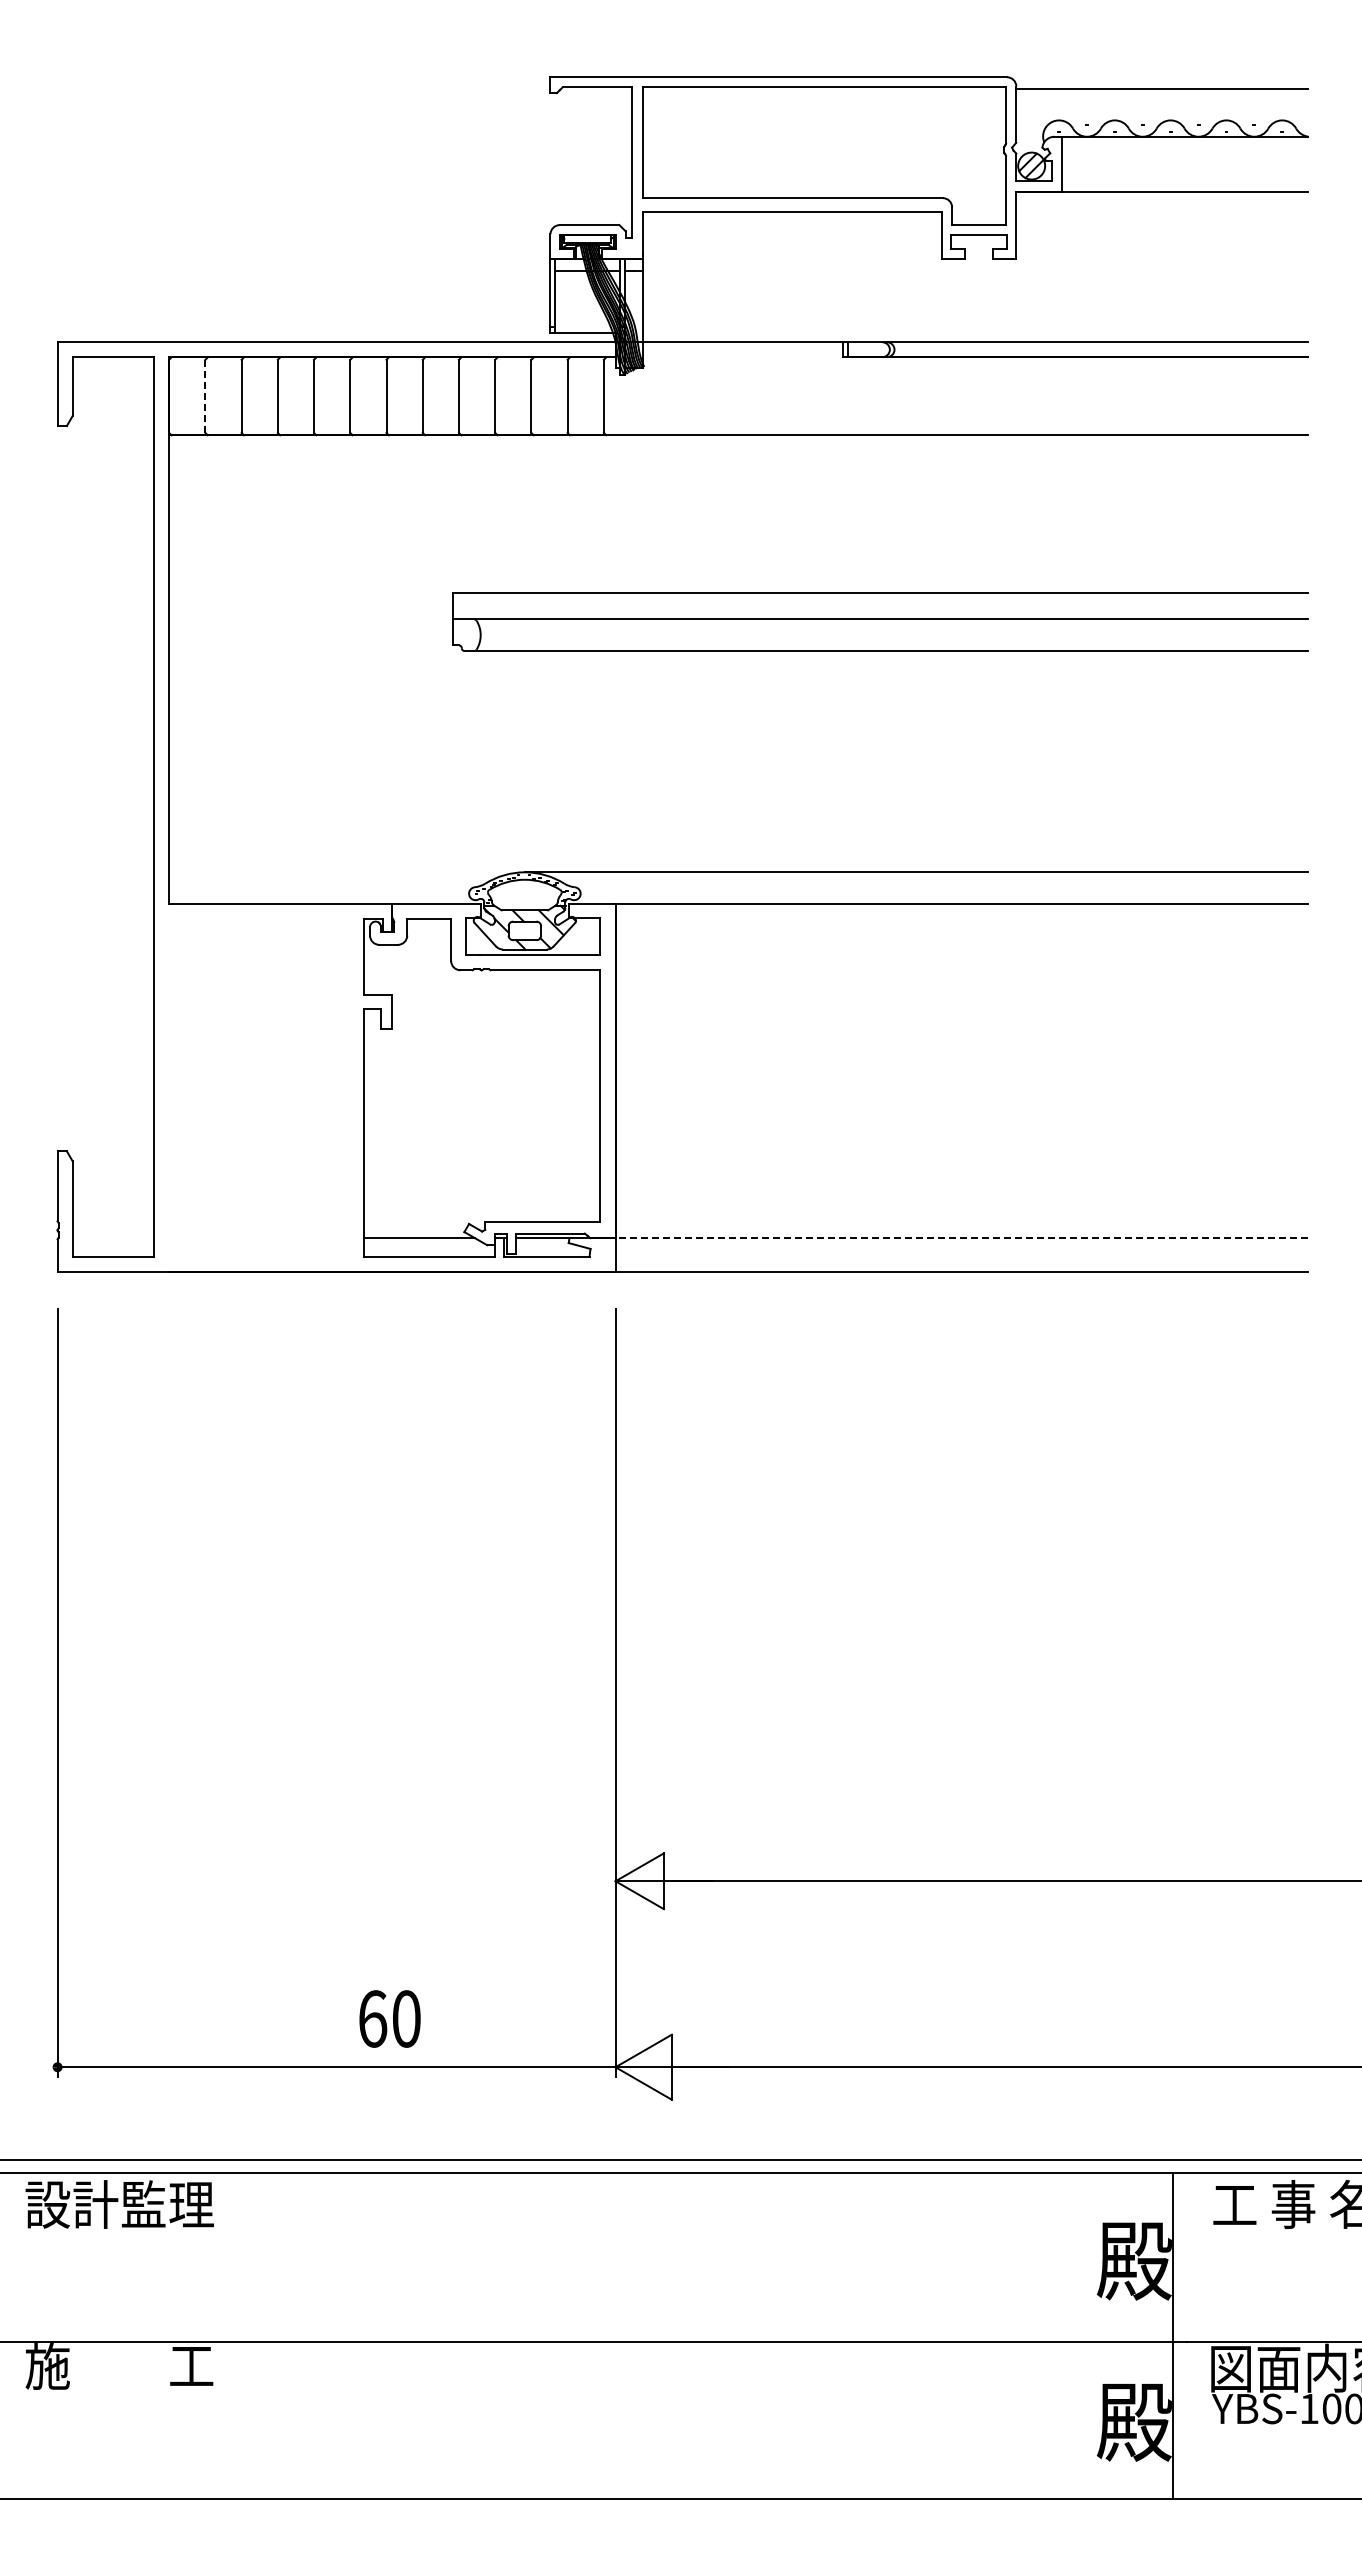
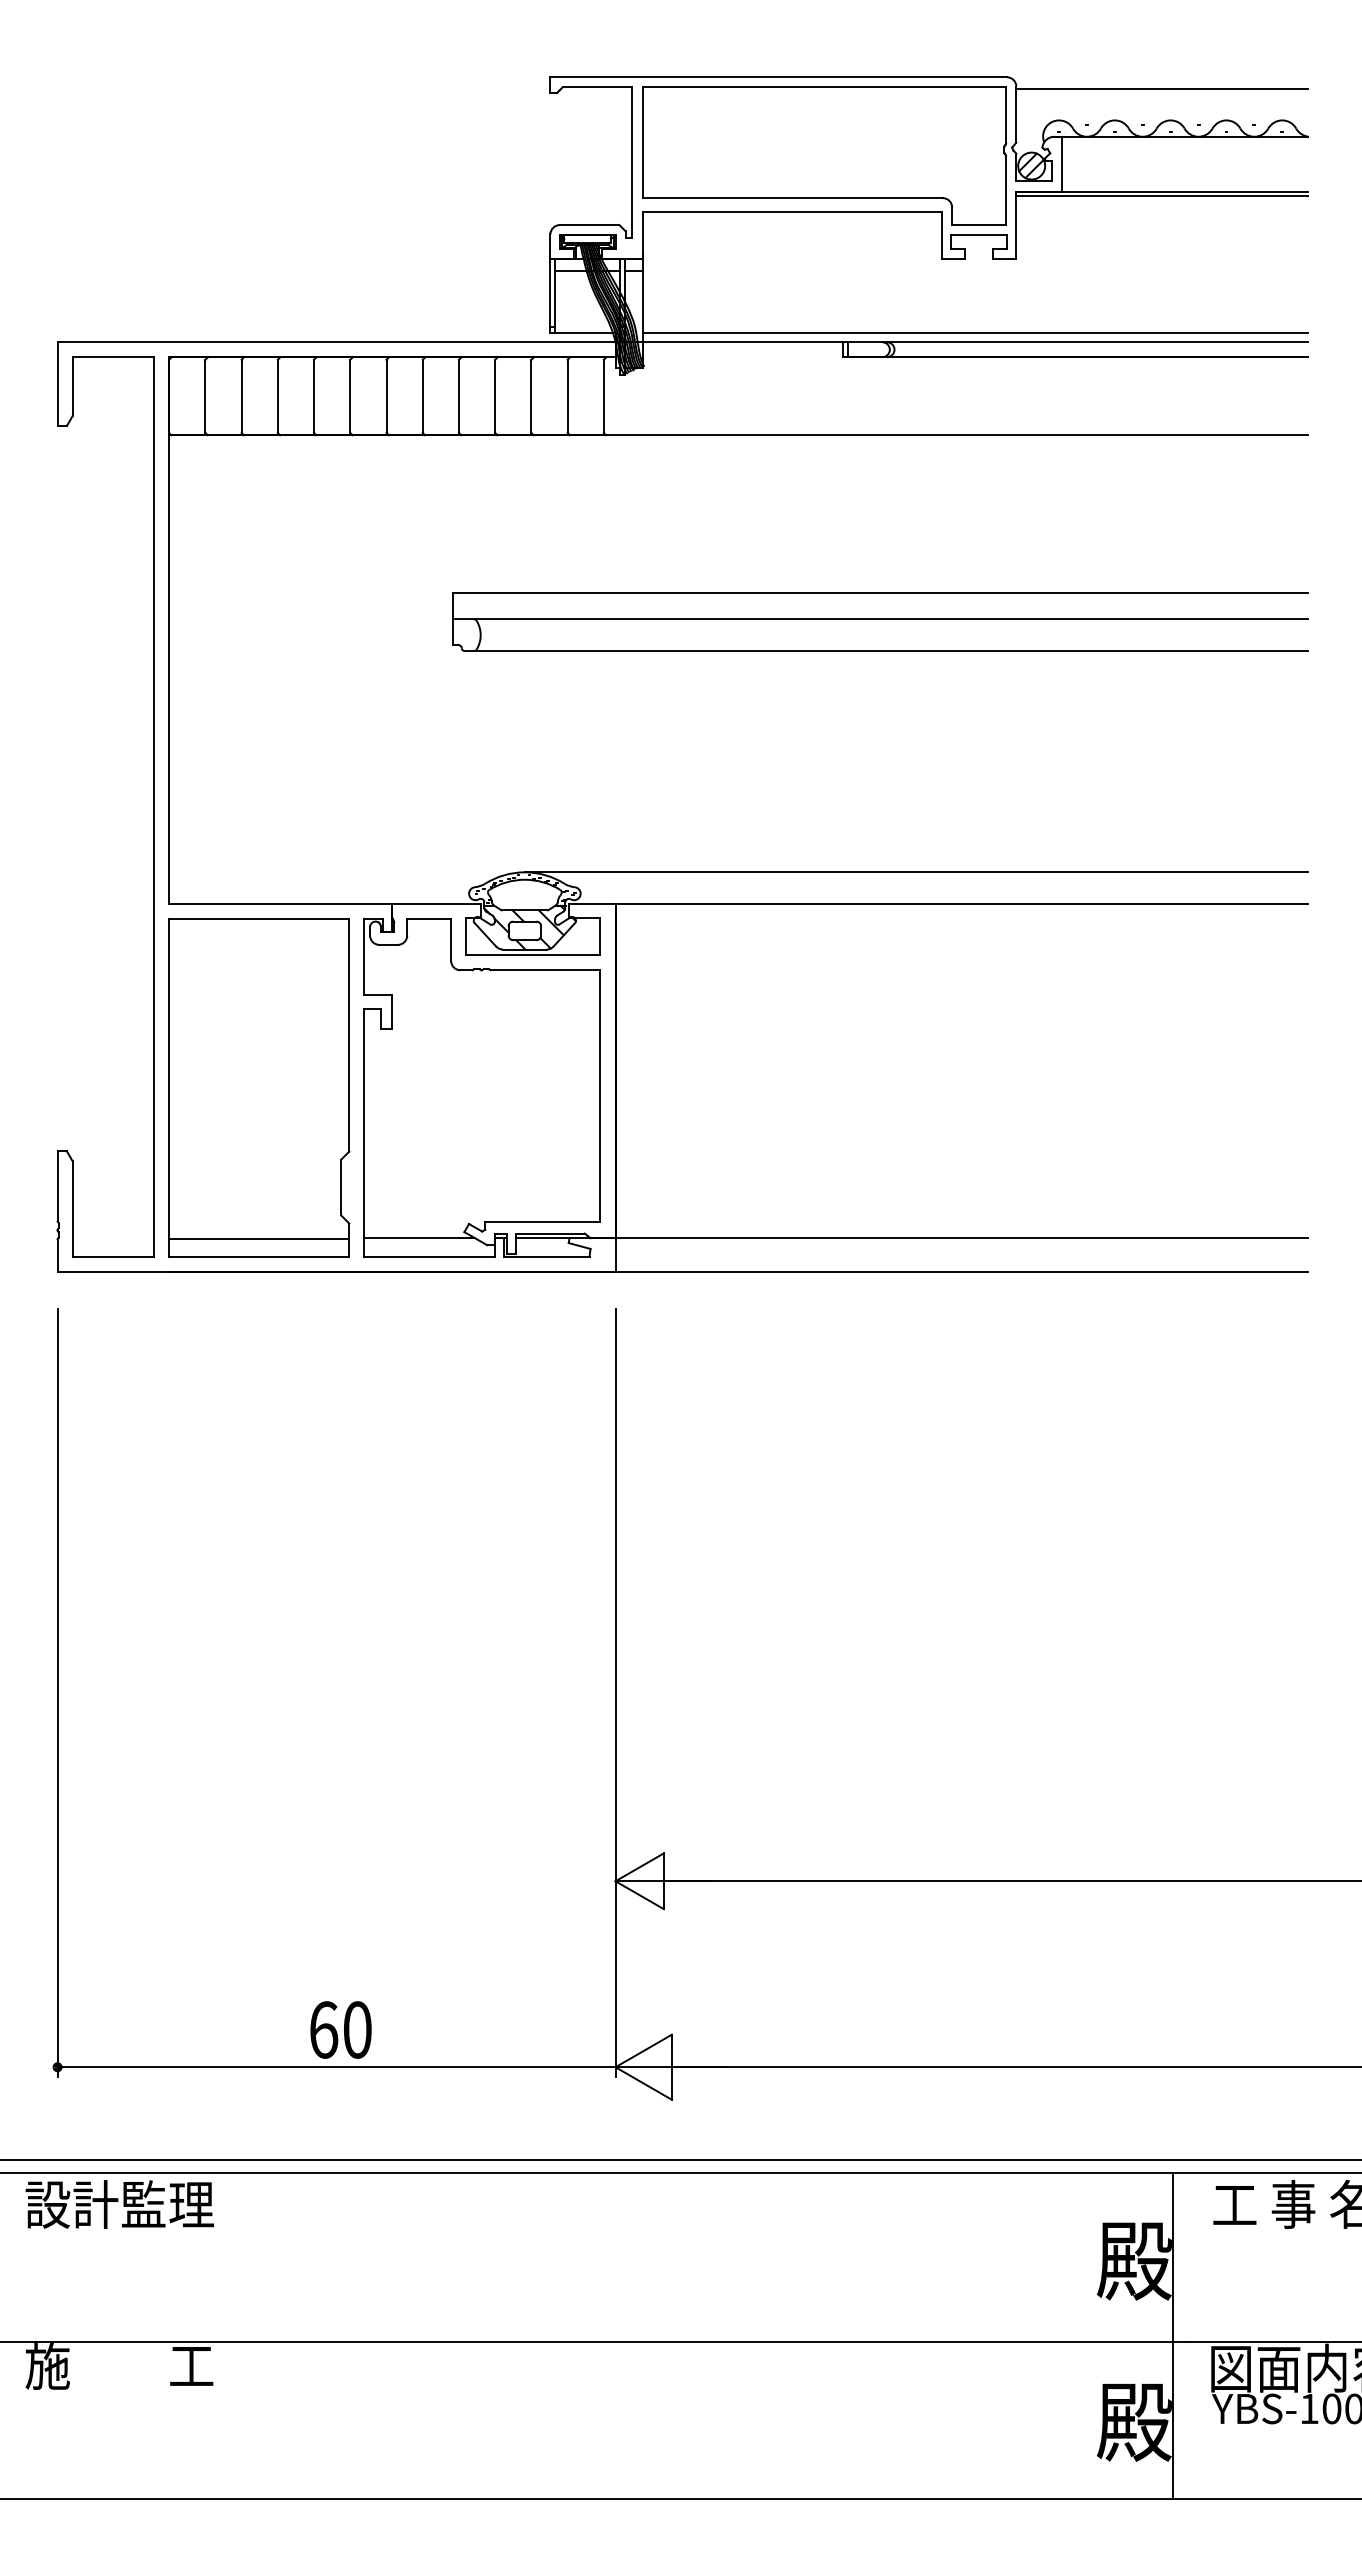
line at (1162, 196): none -> present
line at (975, 333): none -> present
line at (205, 396): dashed -> solid
part at (259, 1087): none -> present
line at (961, 1238): dashed -> solid
text at (389, 2018) position: (389, 2018) -> (340, 2029)
